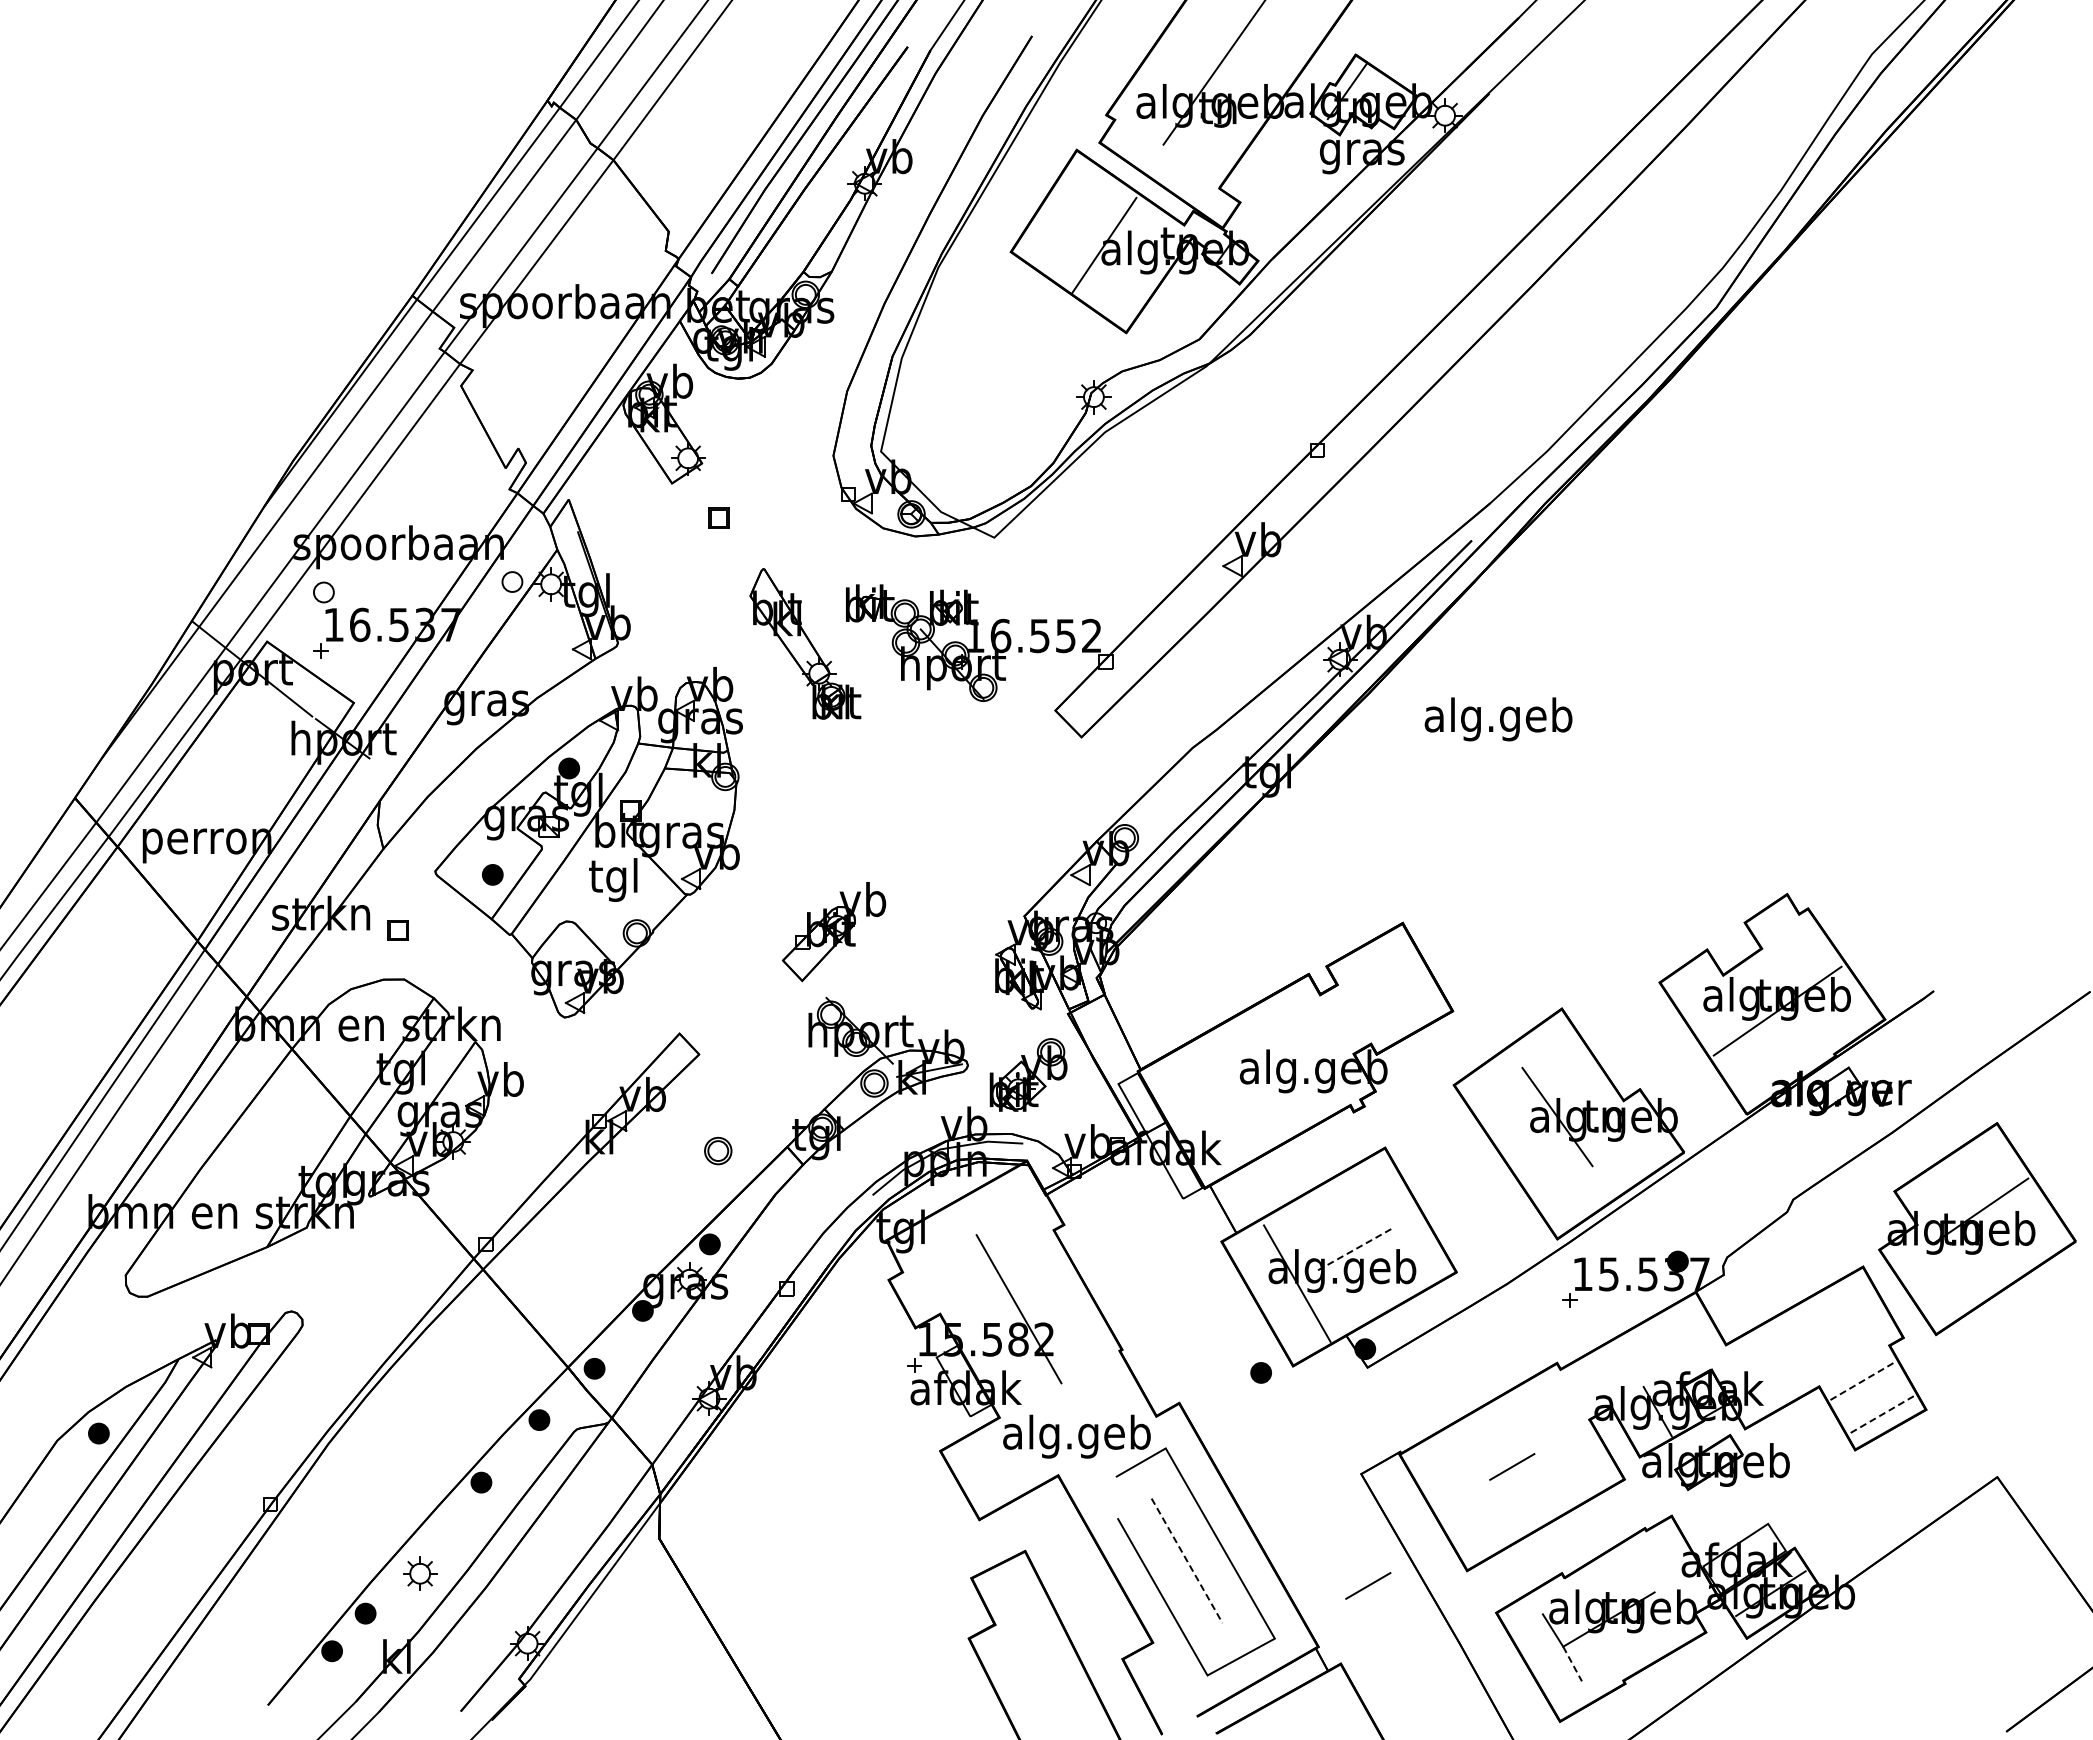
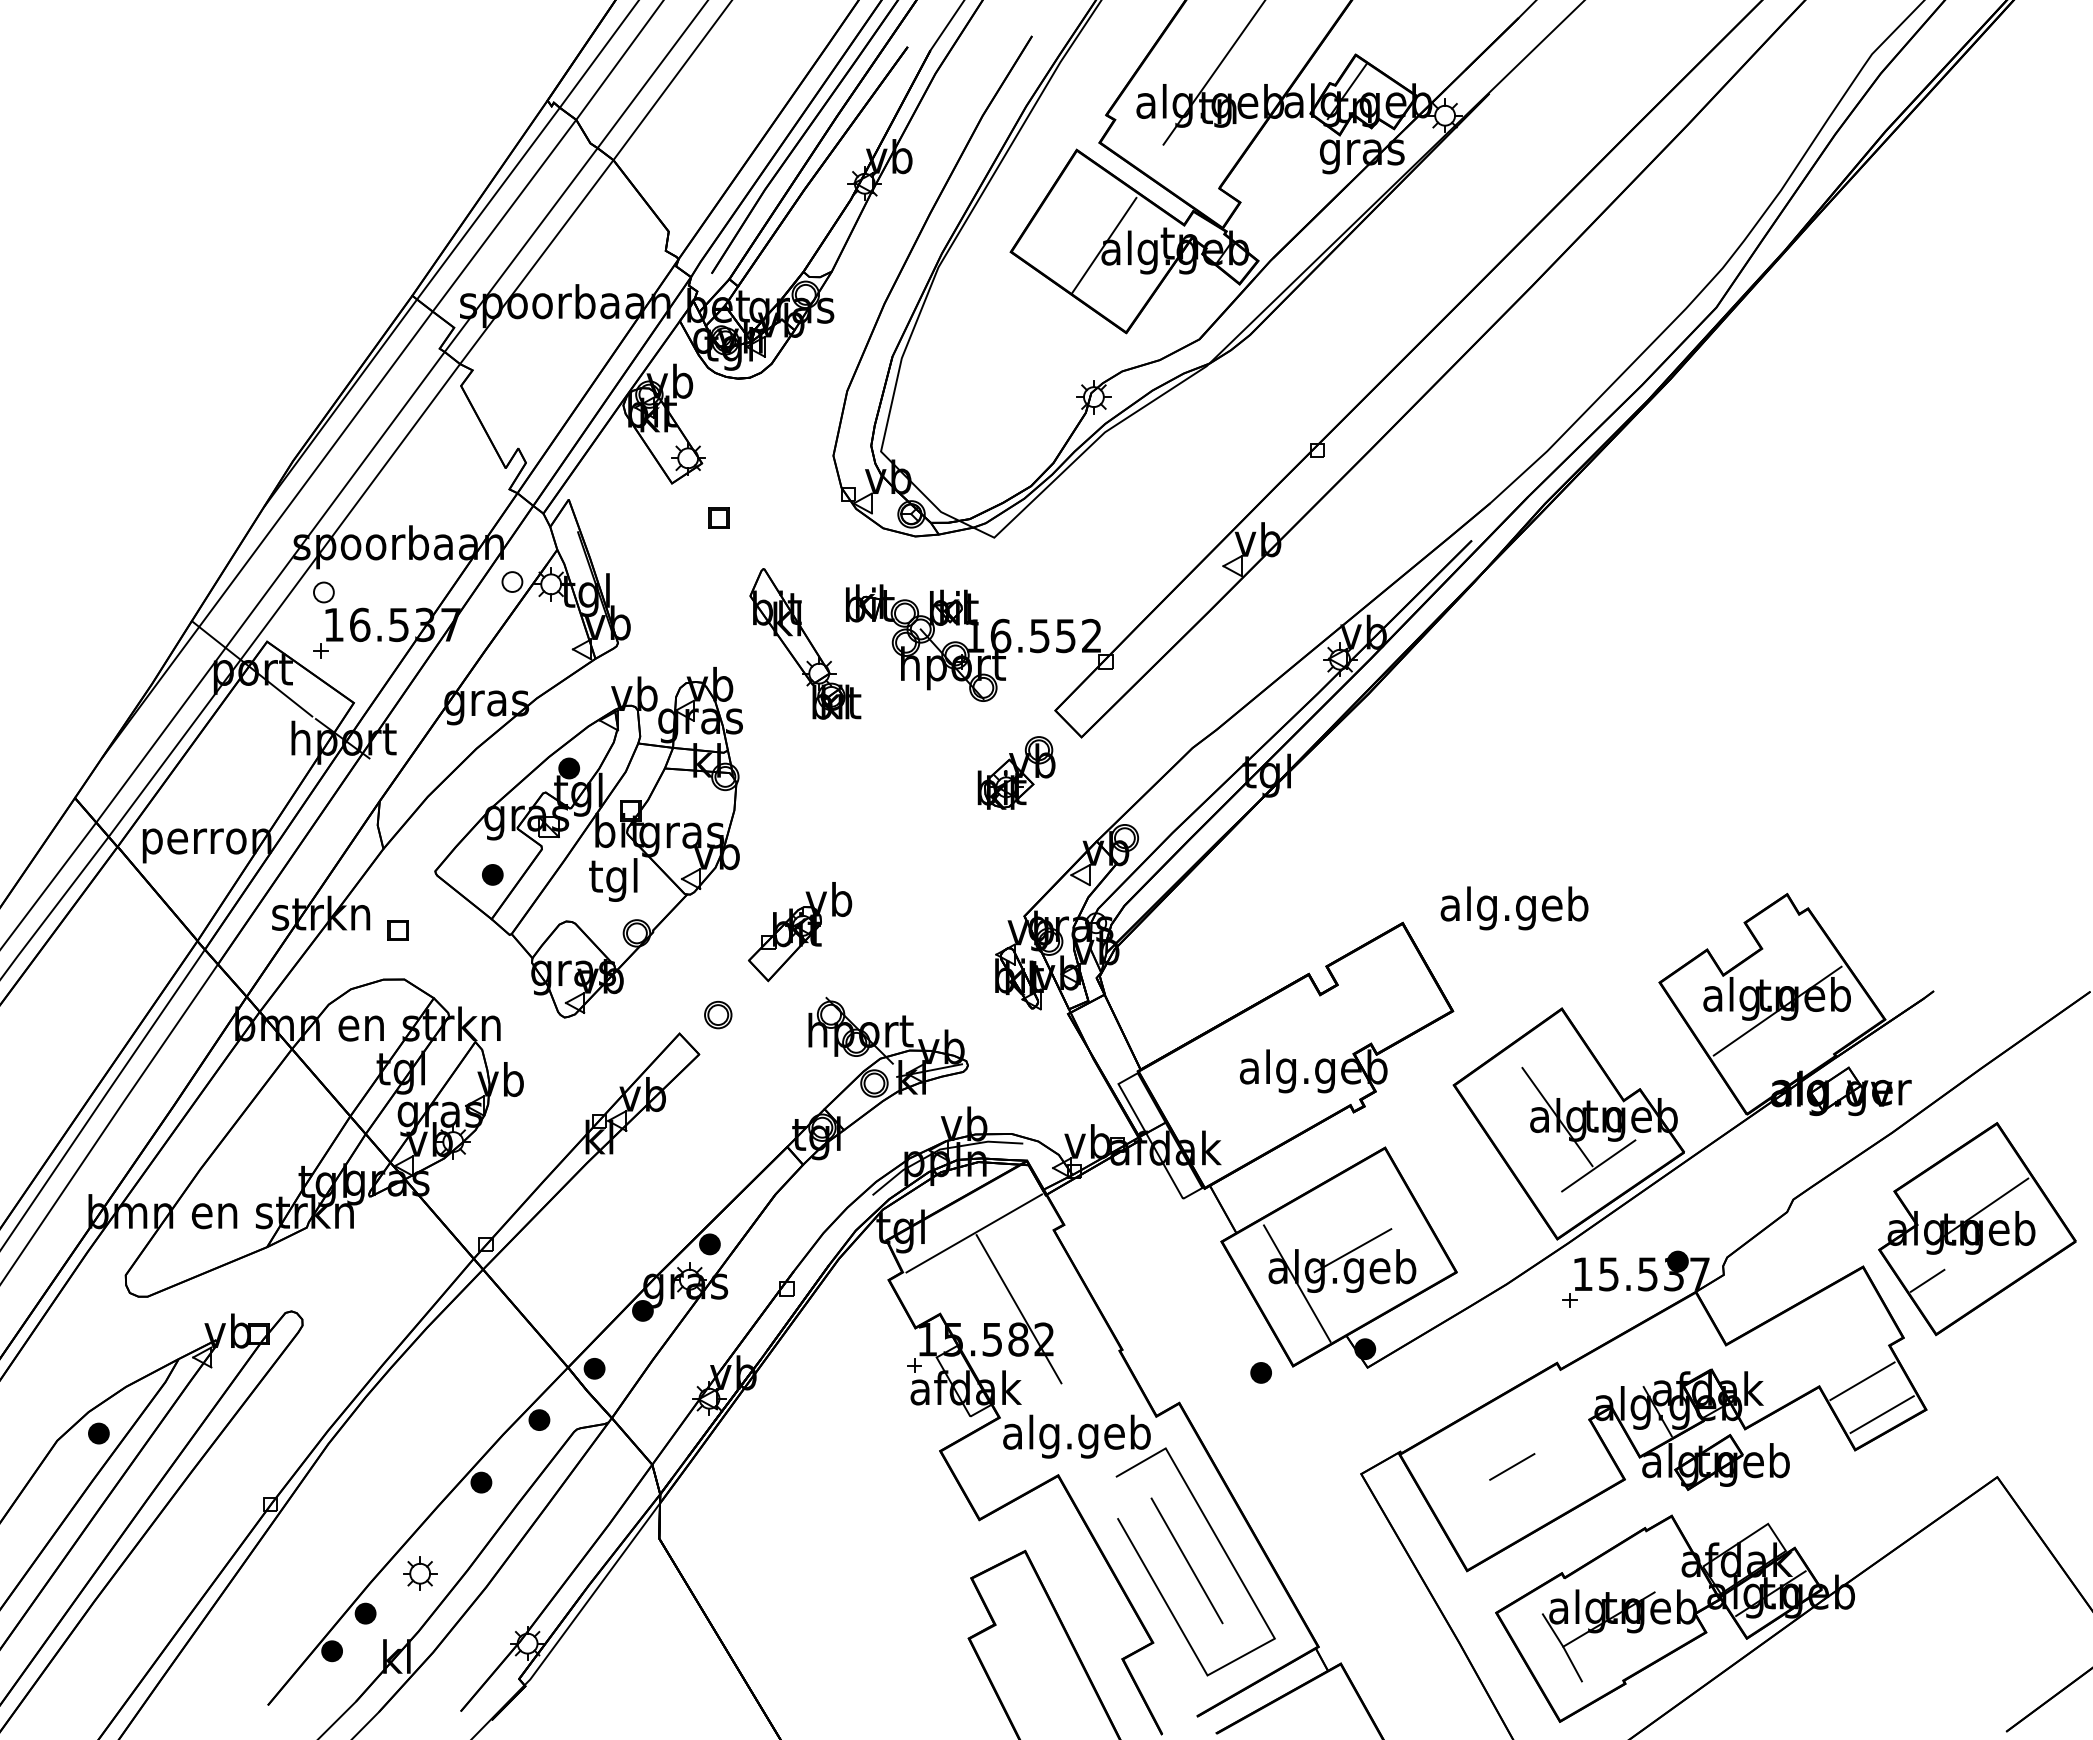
text at (1498, 719) position: (1498, 719) -> (1514, 908)
part at (834, 932) position: (834, 932) -> (800, 932)
part at (1028, 1074) position: (1028, 1074) -> (1016, 772)
part at (718, 1150) position: (718, 1150) -> (718, 1014)
line at (1598, 1165): none -> present
line at (974, 1233): none -> present
line at (1352, 1250): dashed -> solid
line at (1927, 1280): none -> present
line at (1862, 1380): dashed -> solid
line at (1882, 1414): dashed -> solid
line at (1187, 1560): dashed -> solid
line at (1368, 1585): present -> none
line at (1572, 1664): dashed -> solid
